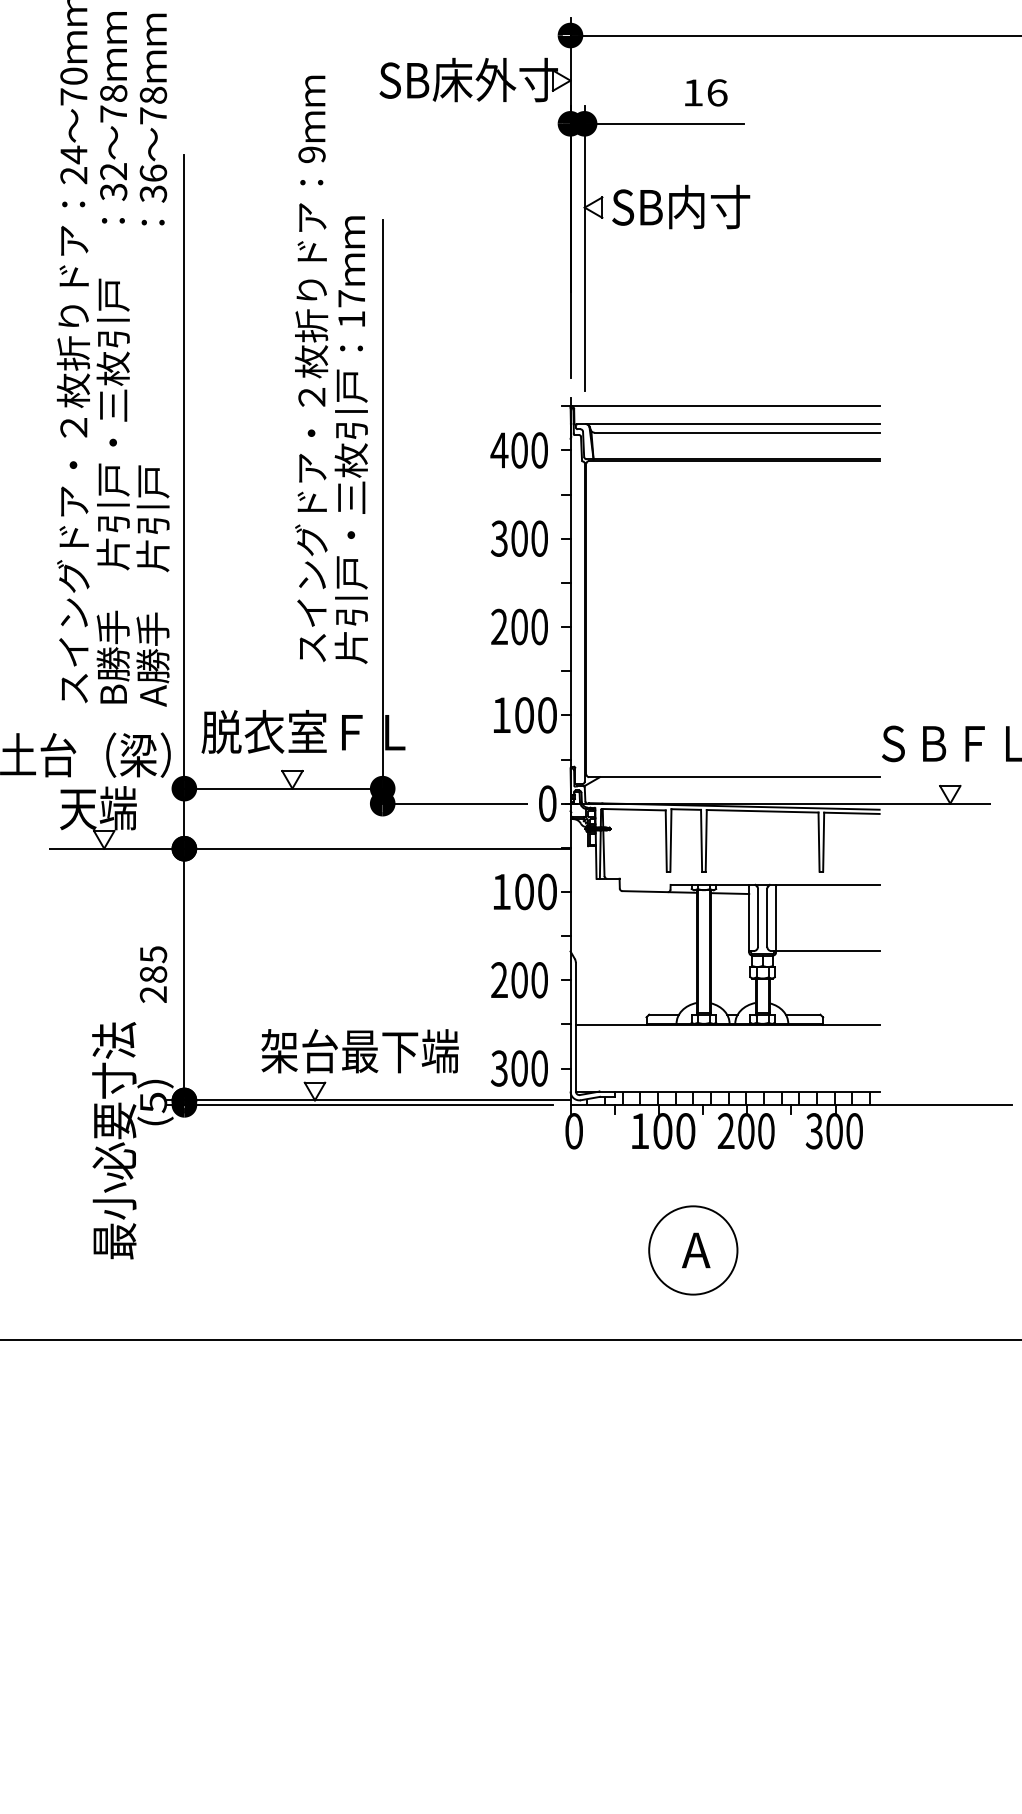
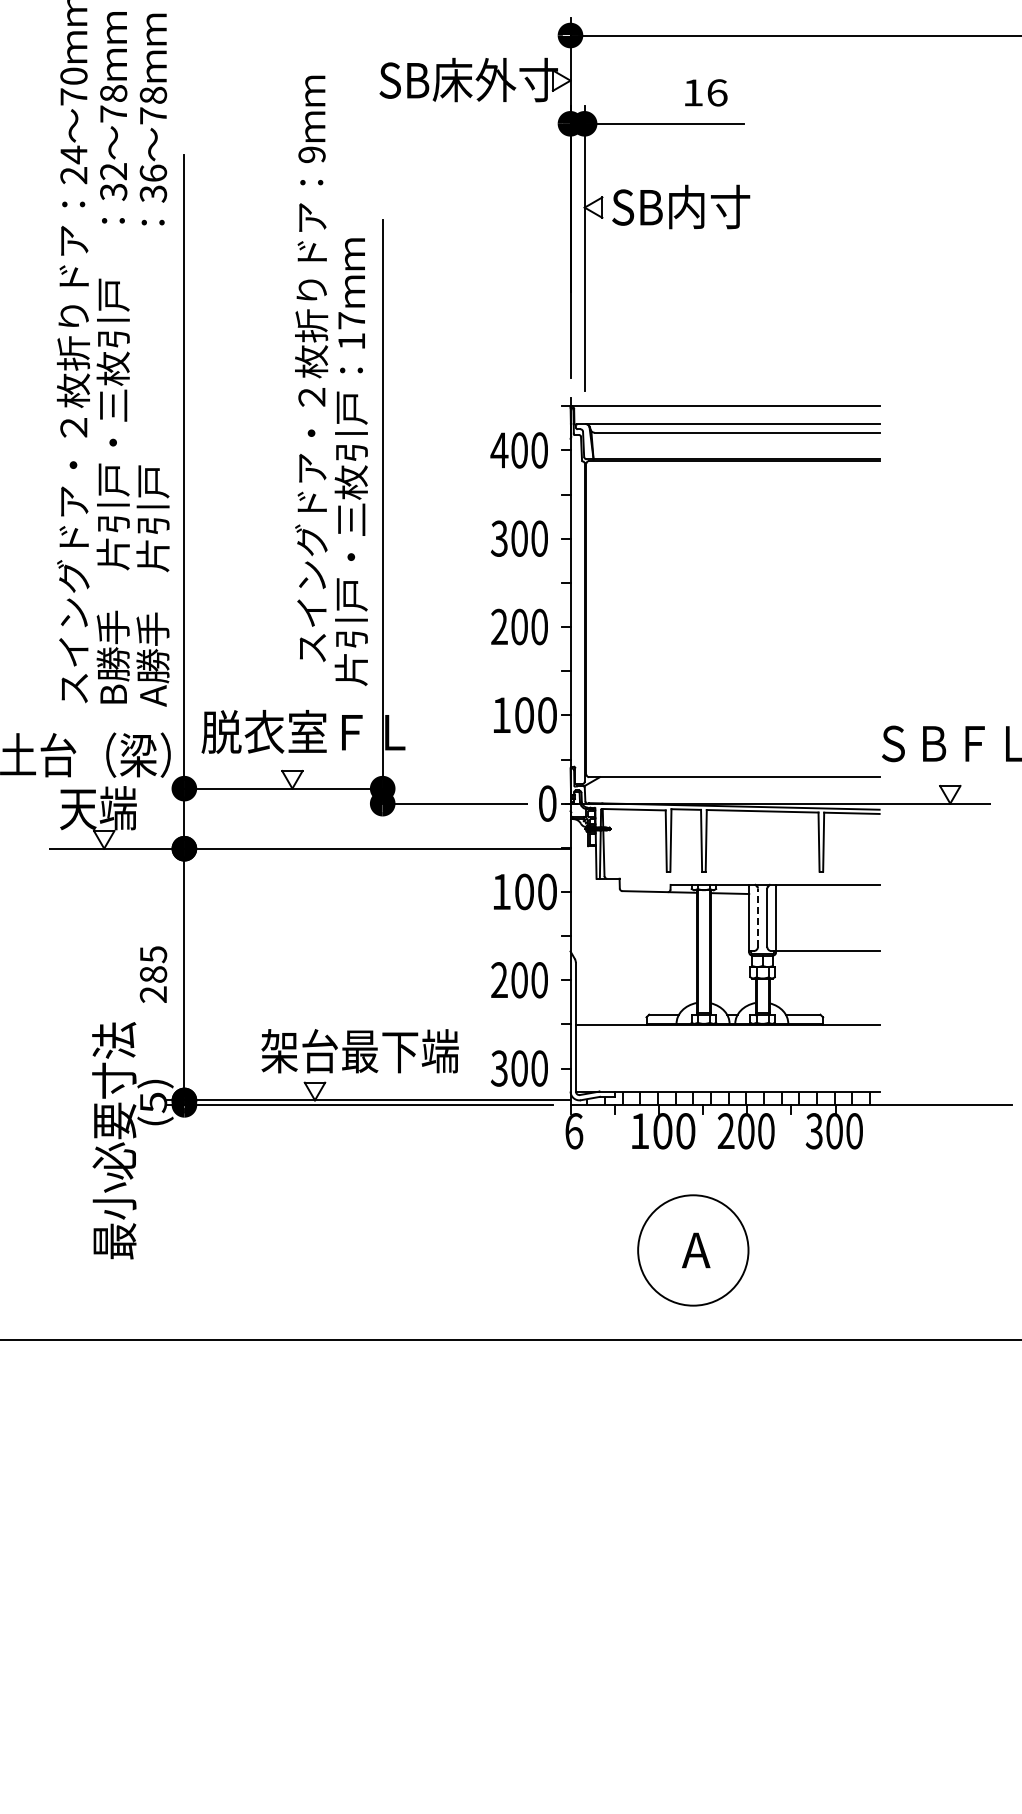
text at (350, 439) position: (350, 439) -> (350, 461)
line at (758, 917): solid -> dashed
text at (574, 1131): 0 -> 6
circle at (693, 1250) diameter: 88 px -> 110 px
